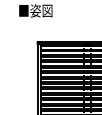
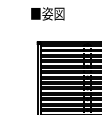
text at (35, 10) position: (35, 10) -> (47, 13)
